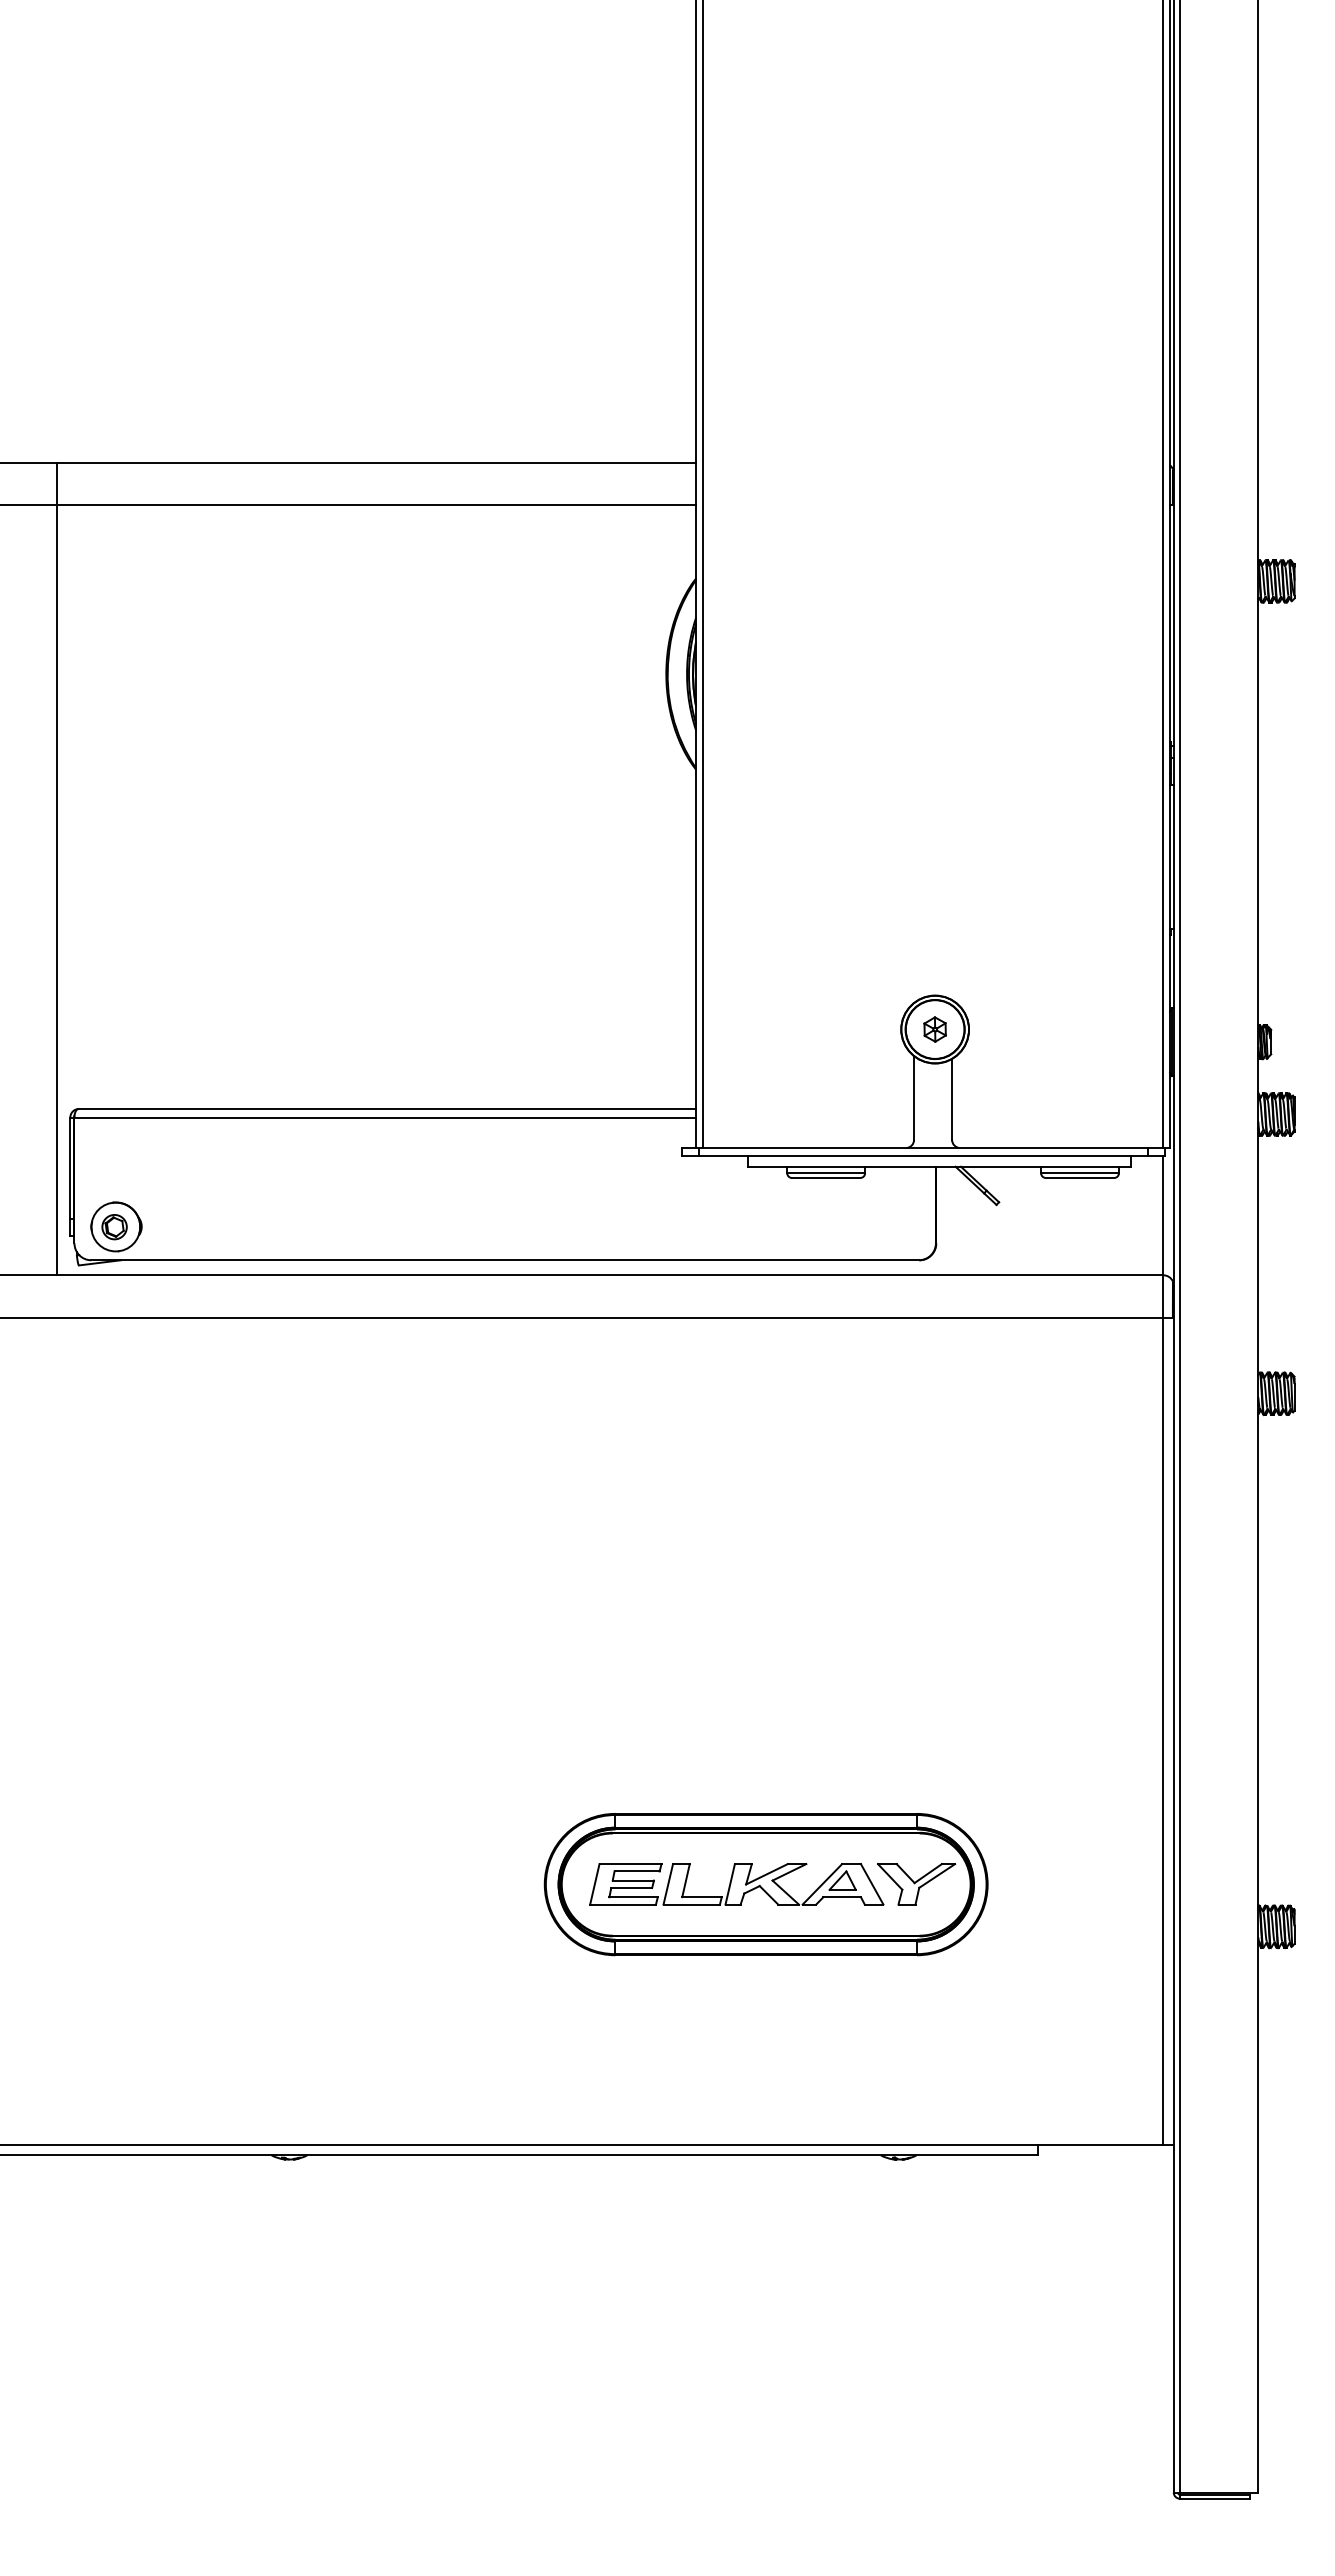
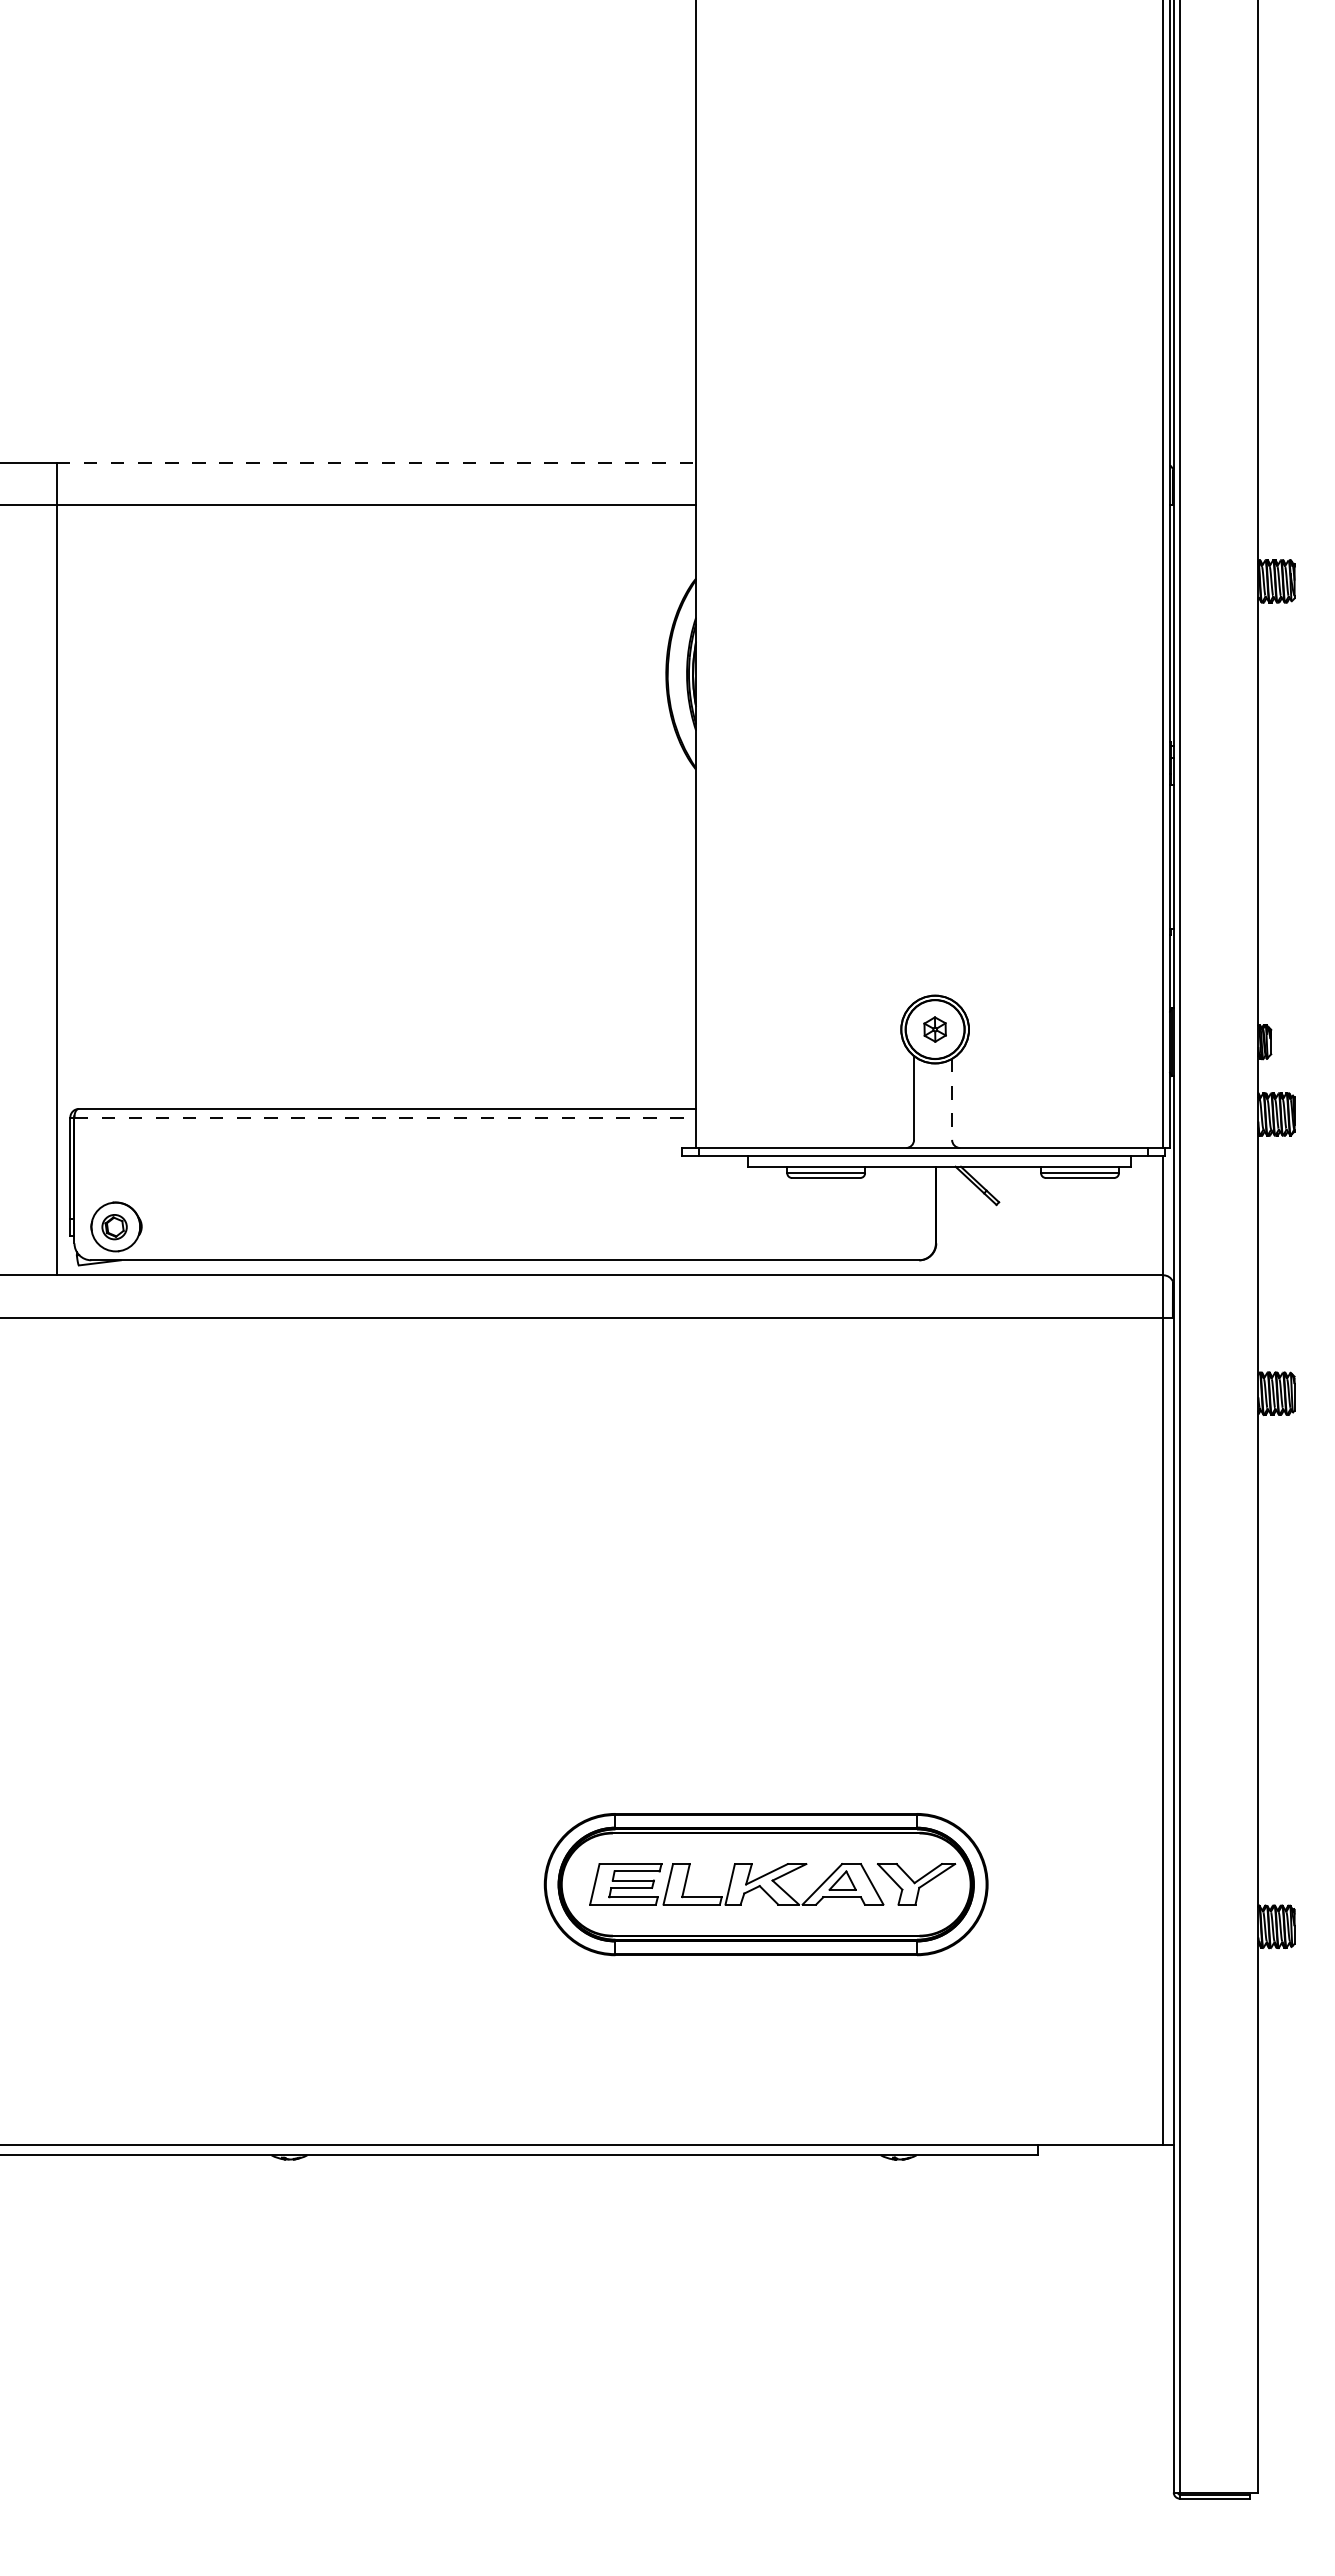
line at (376, 462): solid -> dashed
line at (703, 575): present -> none
line at (952, 1099): solid -> dashed
line at (385, 1117): solid -> dashed
